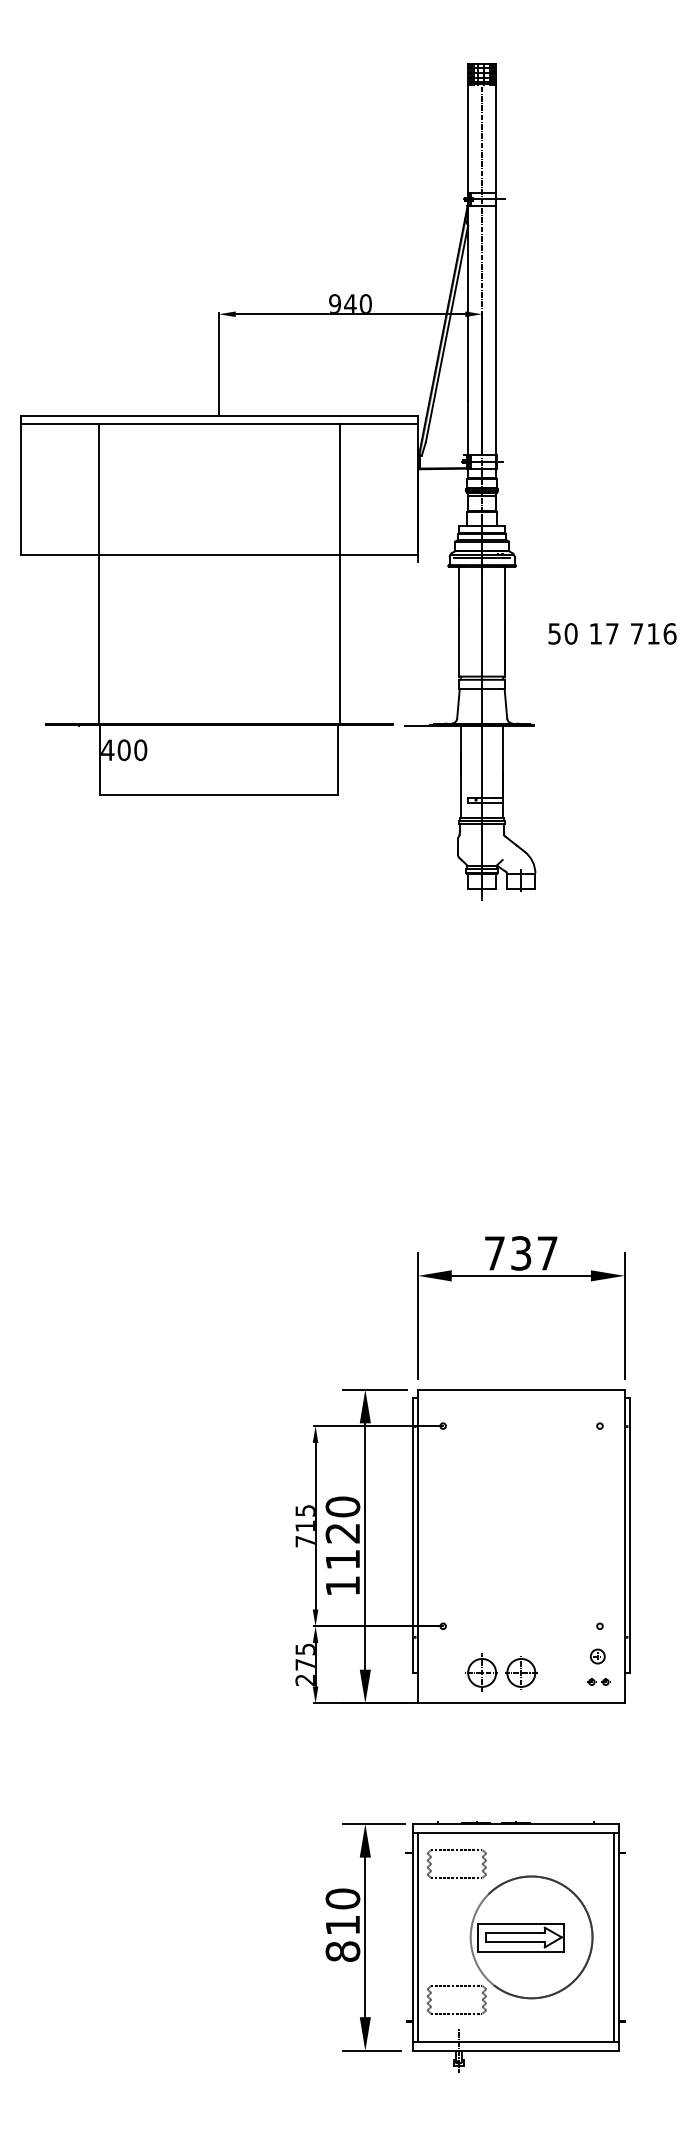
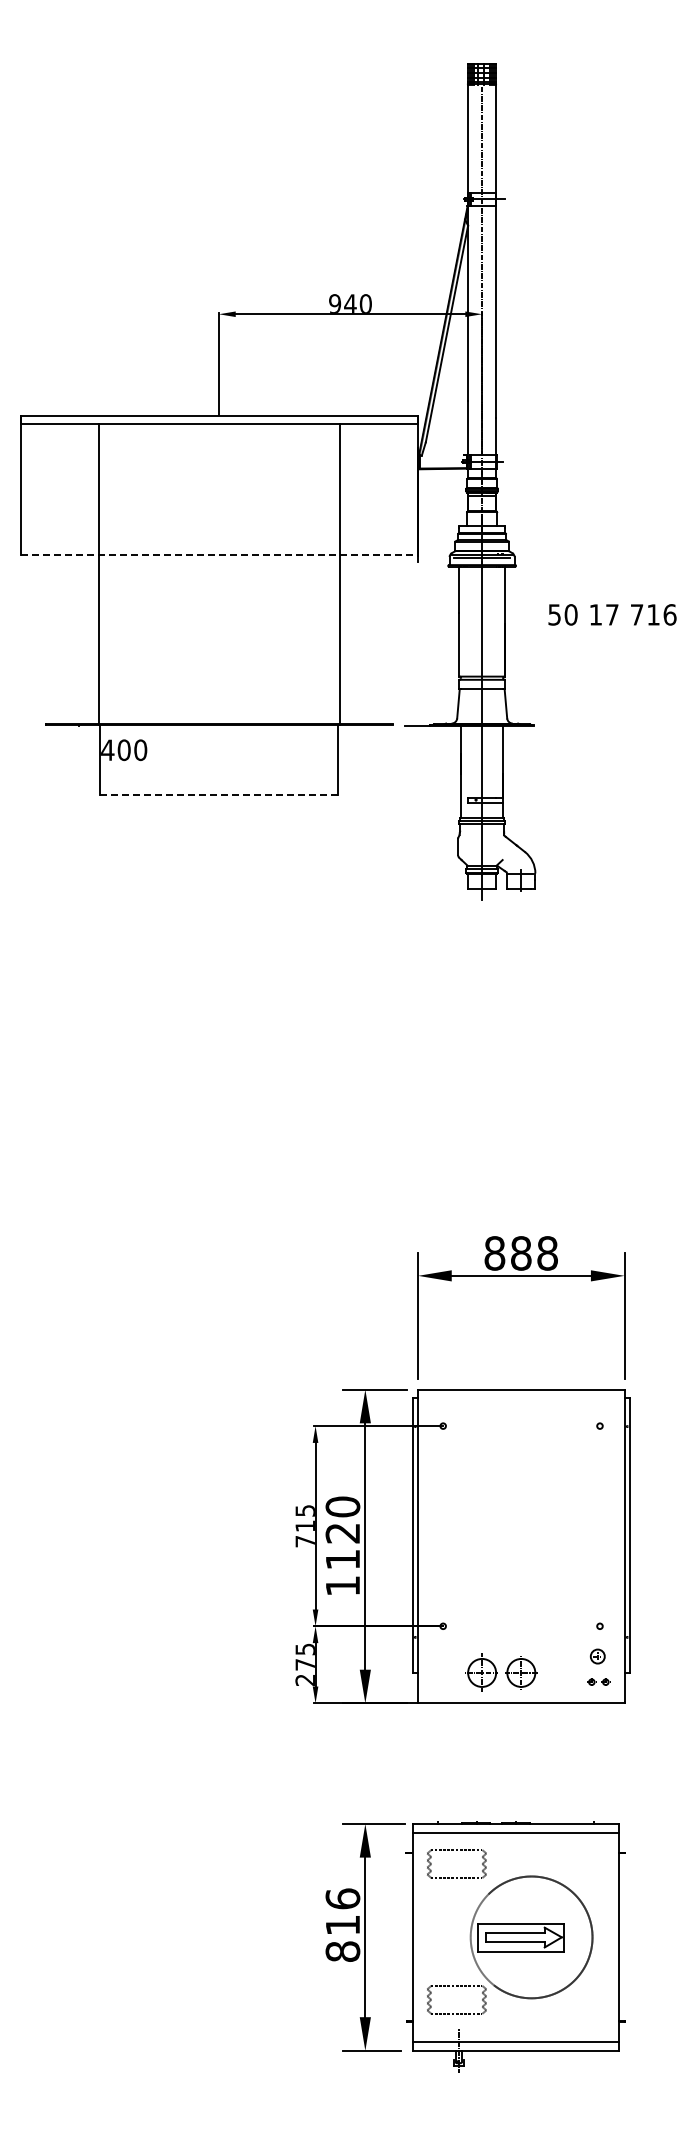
line at (219, 555): solid -> dashed
text at (612, 633) position: (612, 633) -> (612, 614)
line at (219, 794): solid -> dashed
text at (520, 1253): 737 -> 888
text at (342, 1898): 810 -> 816
line at (418, 1937): present -> none
line at (613, 1937): present -> none
